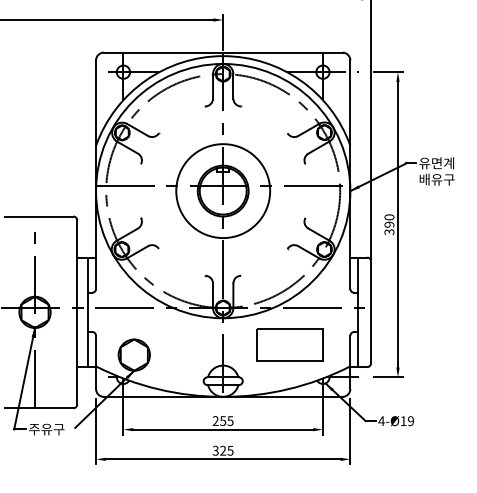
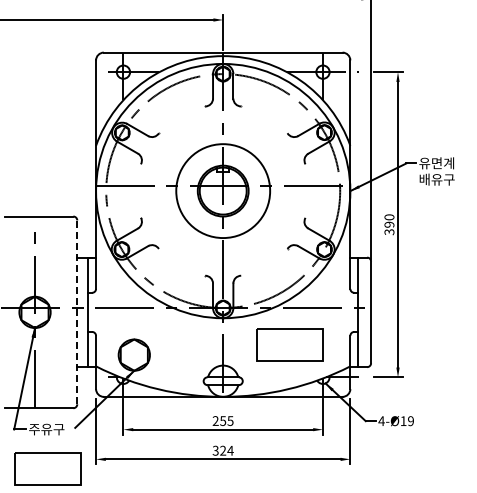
line at (77, 312): solid -> dashed
text at (230, 450): 325 -> 324
part at (47, 468): none -> present
